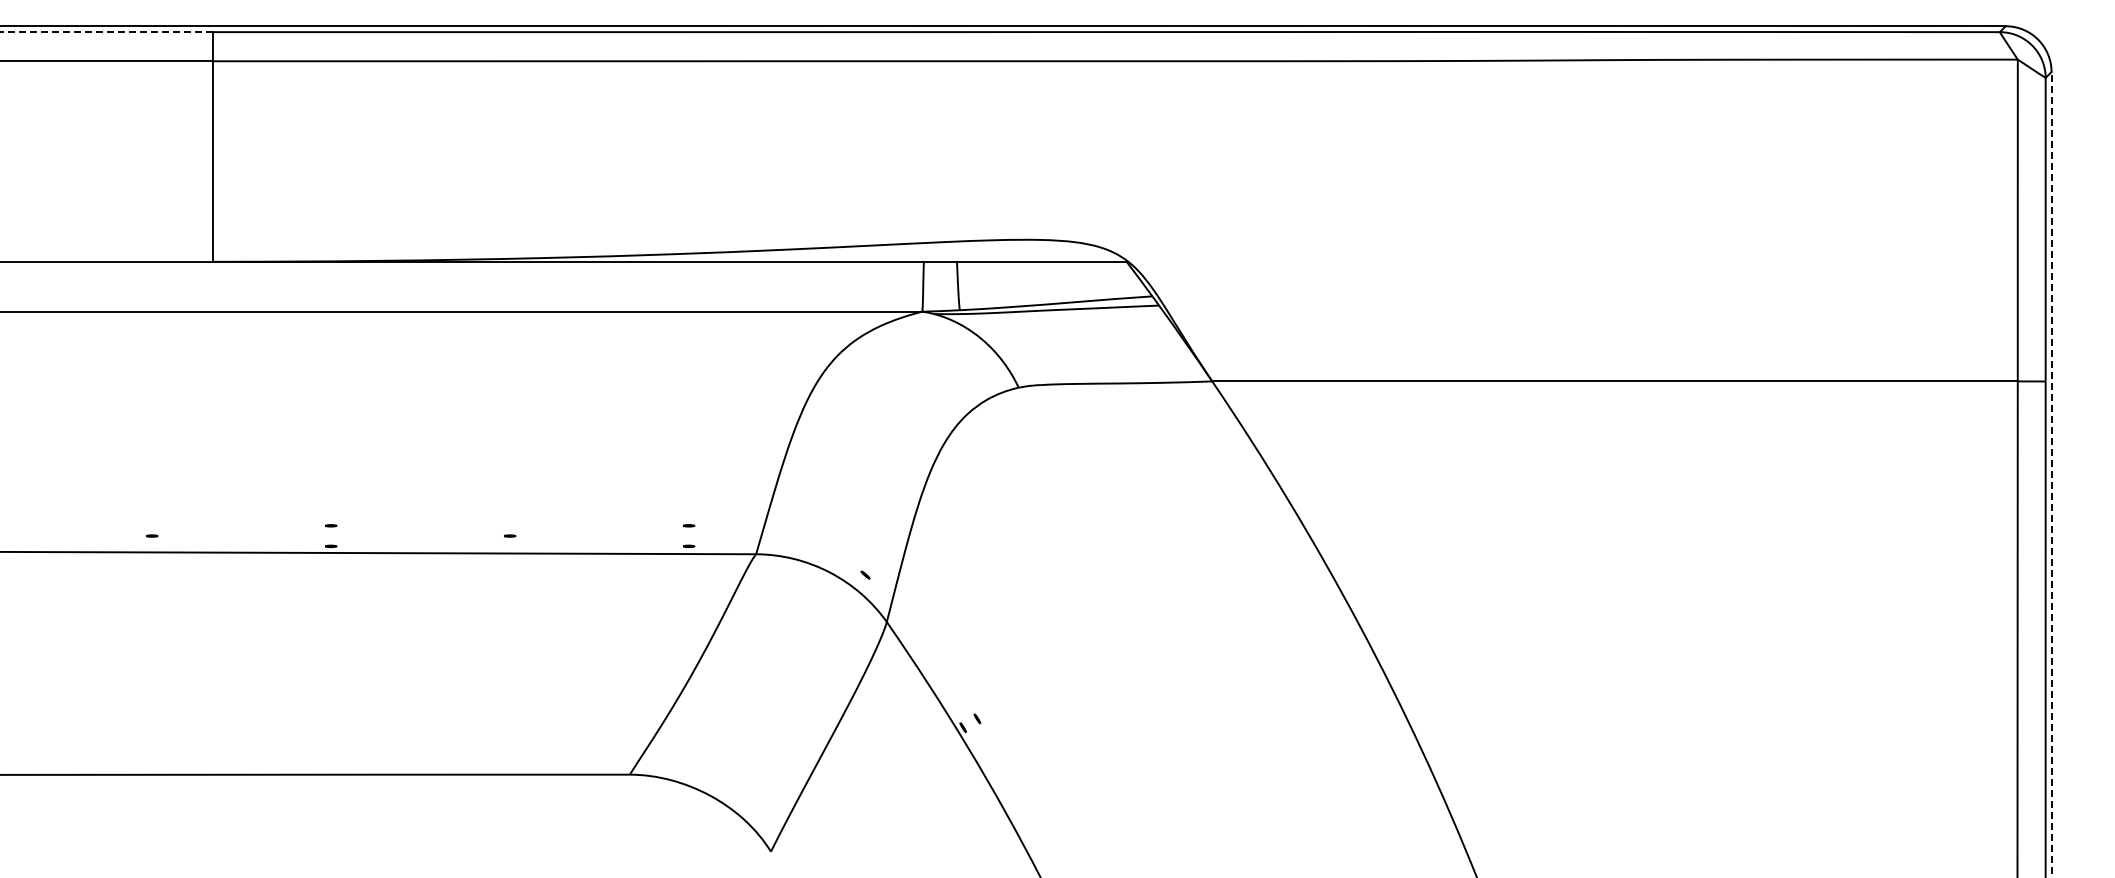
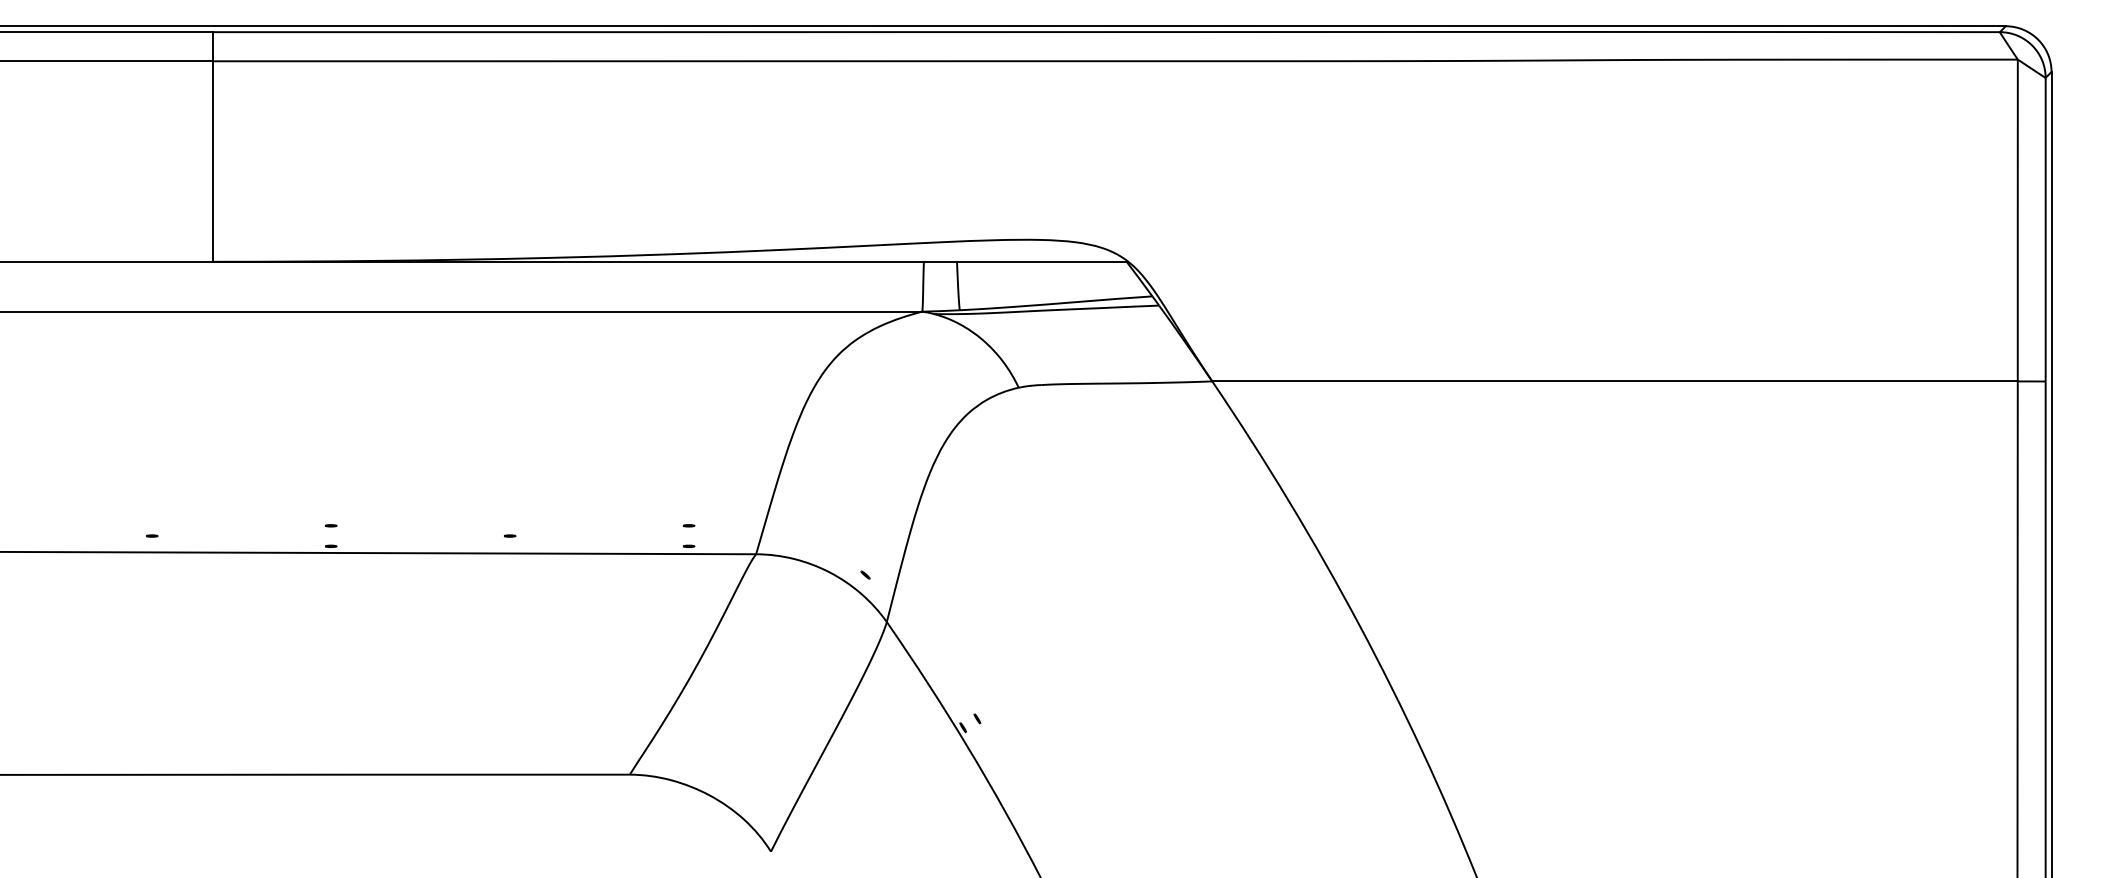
line at (106, 32): dashed -> solid
line at (2051, 474): dashed -> solid
